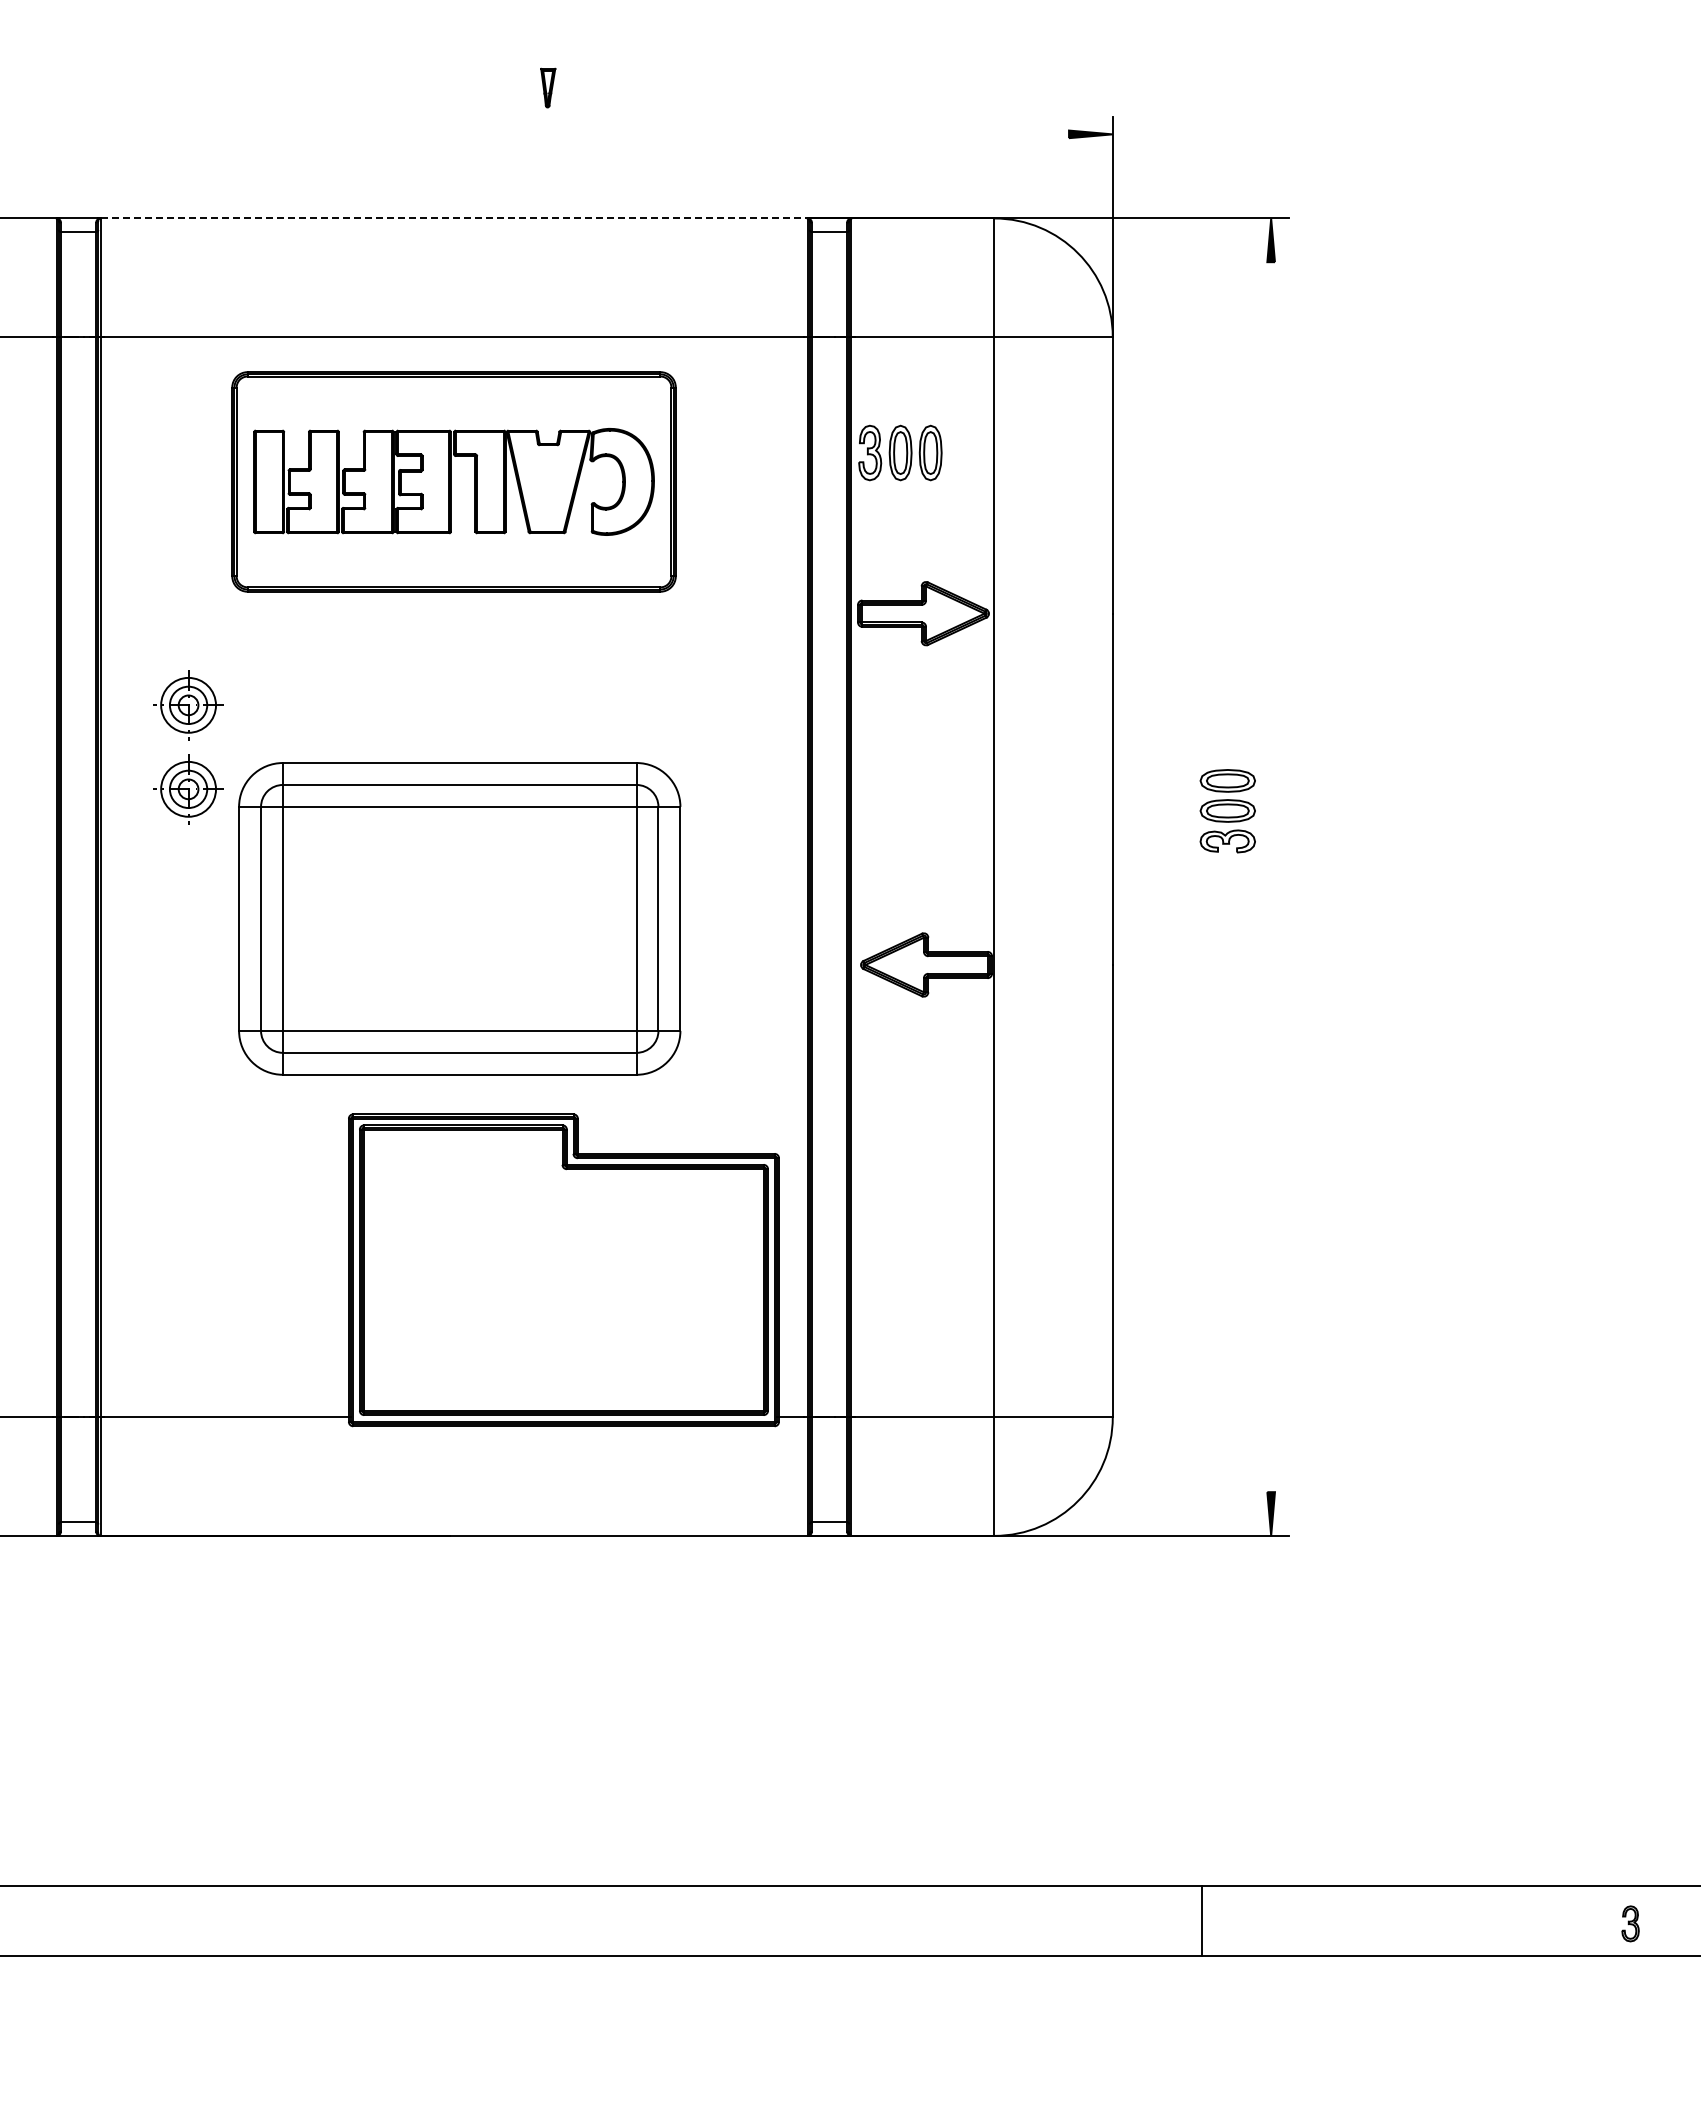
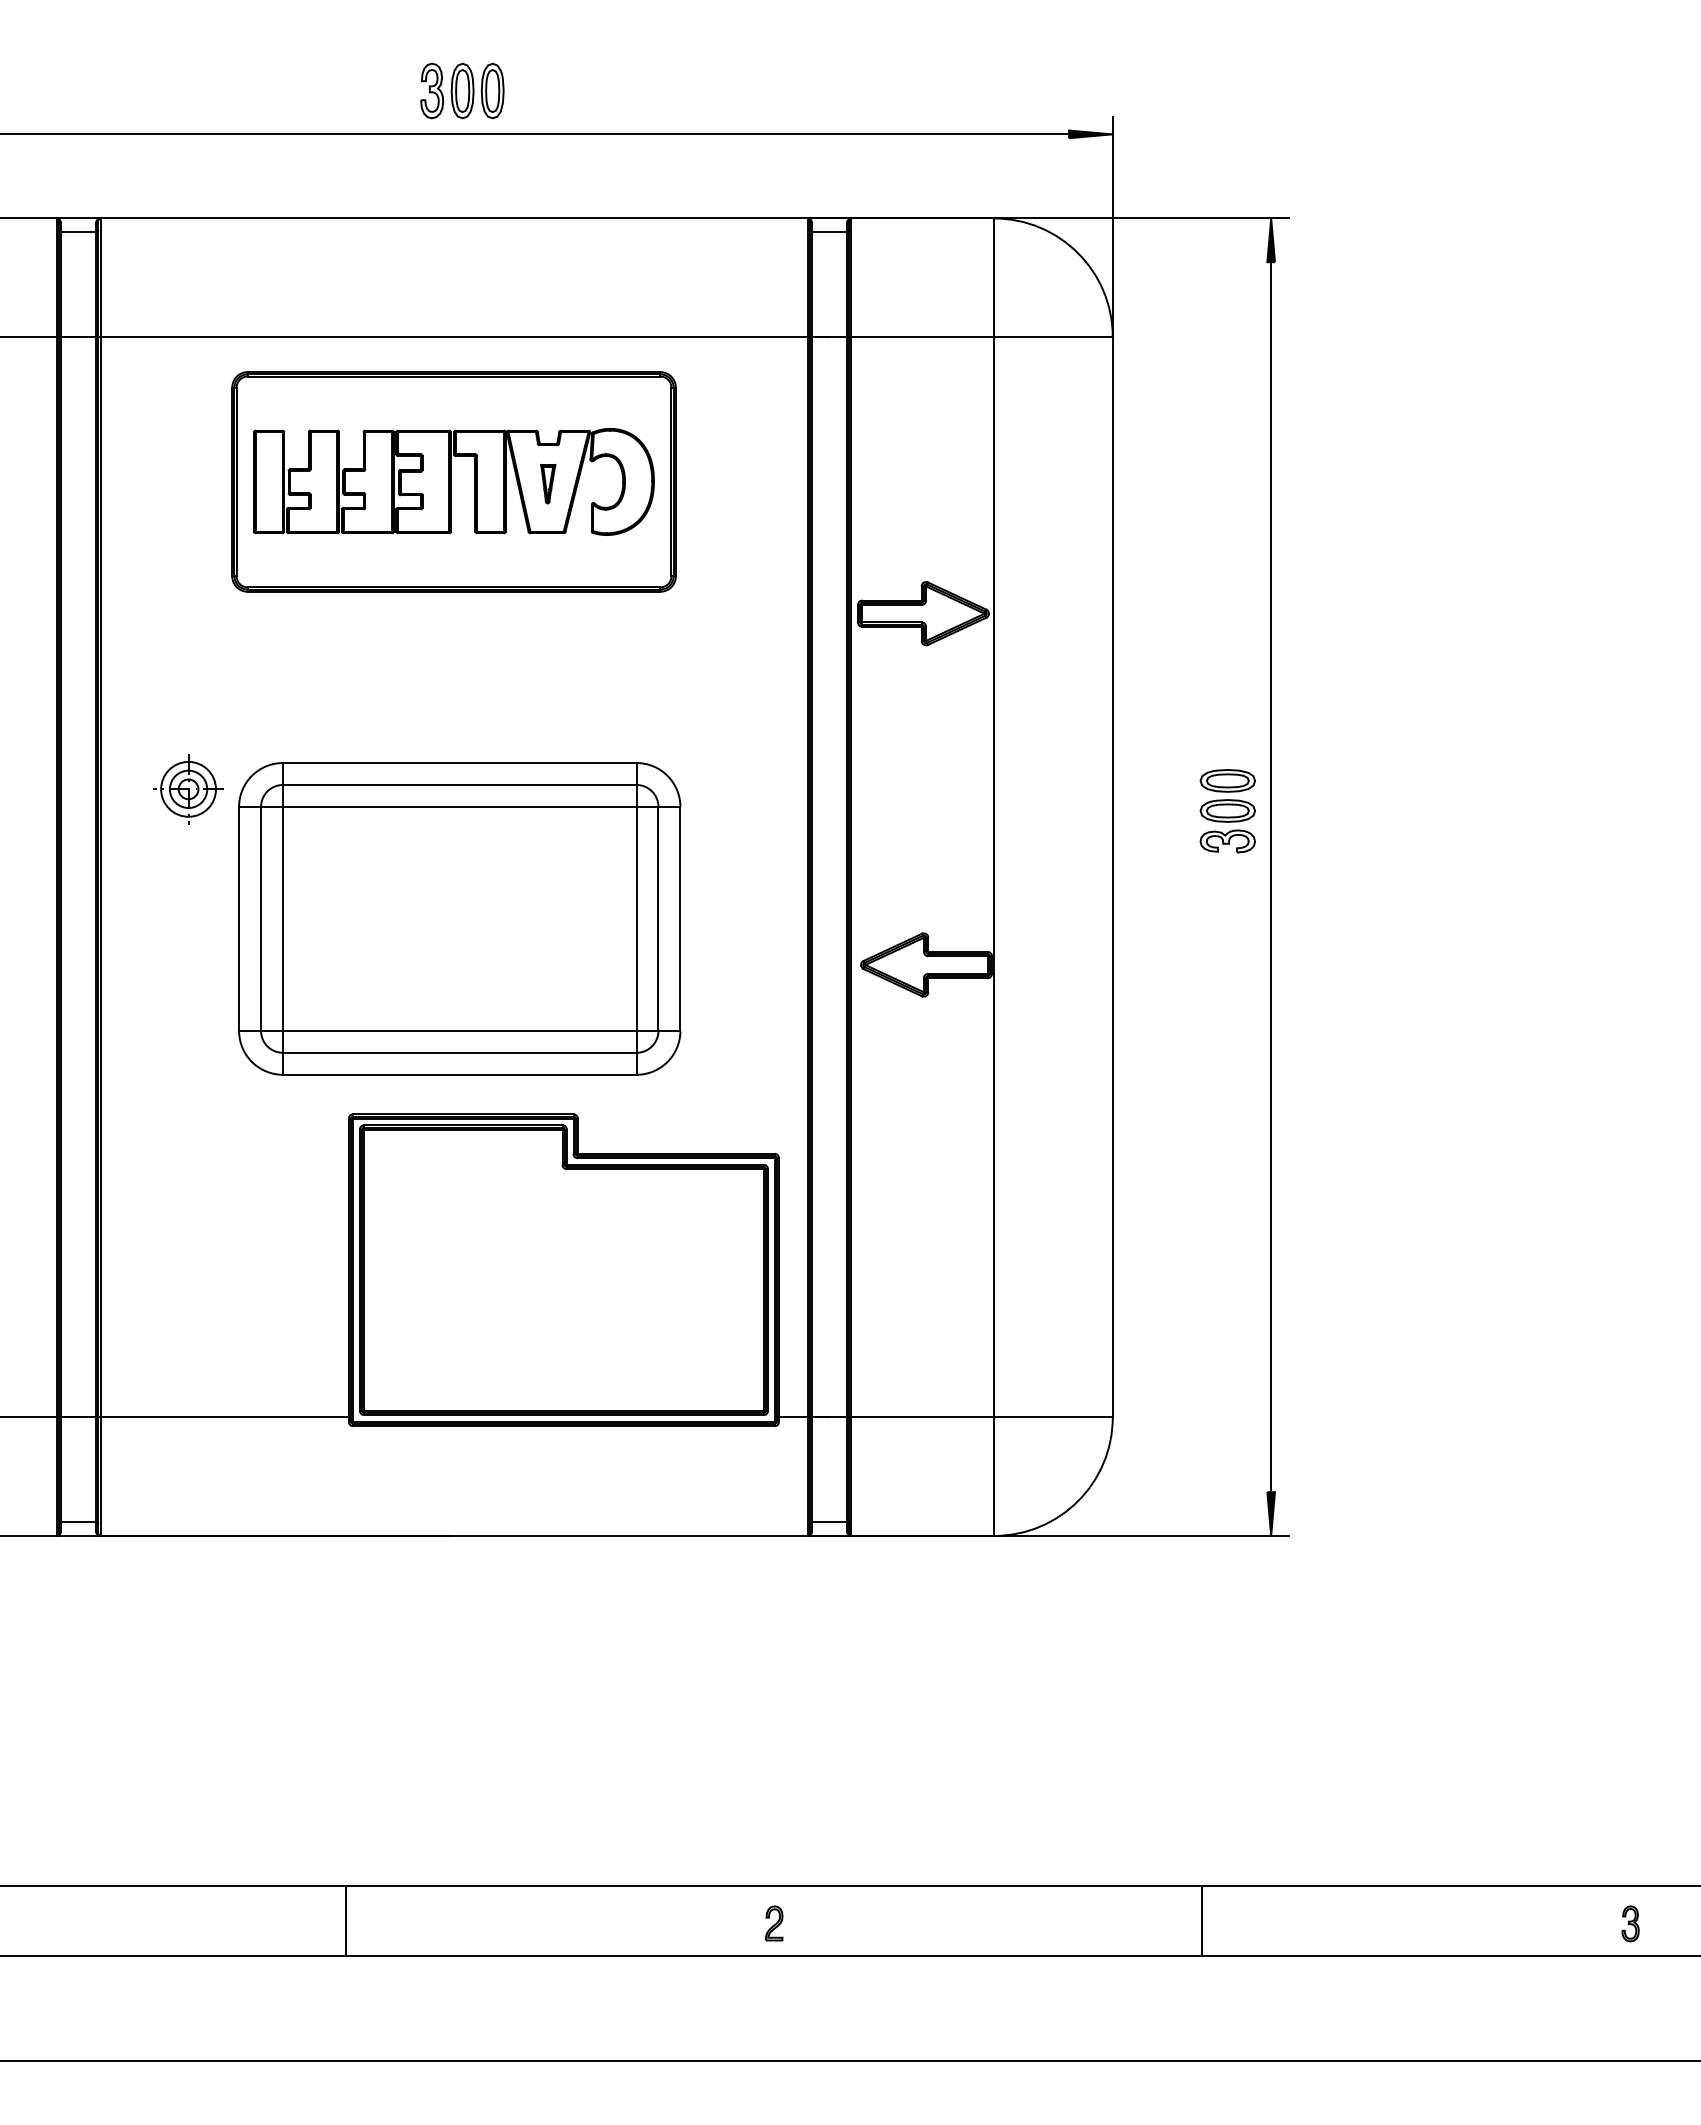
part at (548, 87) position: (548, 87) -> (548, 483)
line at (535, 134): none -> present
line at (454, 218): dashed -> solid
part at (900, 452) position: (900, 452) -> (462, 90)
part at (188, 705): present -> none
line at (1271, 877): none -> present
line at (345, 1920): none -> present
part at (774, 1923): none -> present
line at (849, 2061): none -> present
